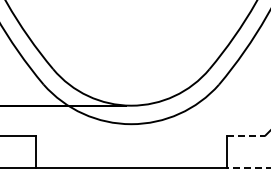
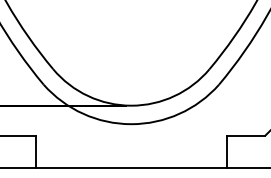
line at (246, 135): dashed -> solid
line at (249, 167): dashed -> solid
